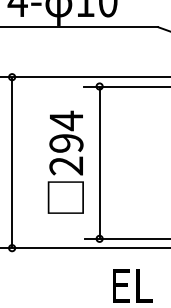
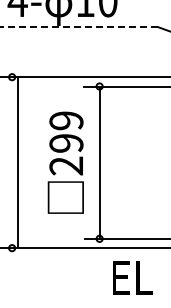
line at (79, 27): solid -> dashed
text at (66, 120): 294 -> 299
line at (12, 162) position: (12, 162) -> (18, 162)
text at (132, 285) position: (132, 285) -> (132, 277)
